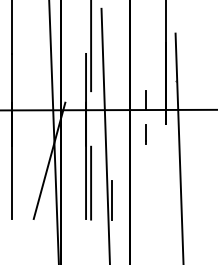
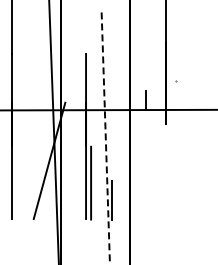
line at (91, 46): present -> none
line at (145, 134): present -> none
line at (105, 136): solid -> dashed
line at (179, 147): present -> none
